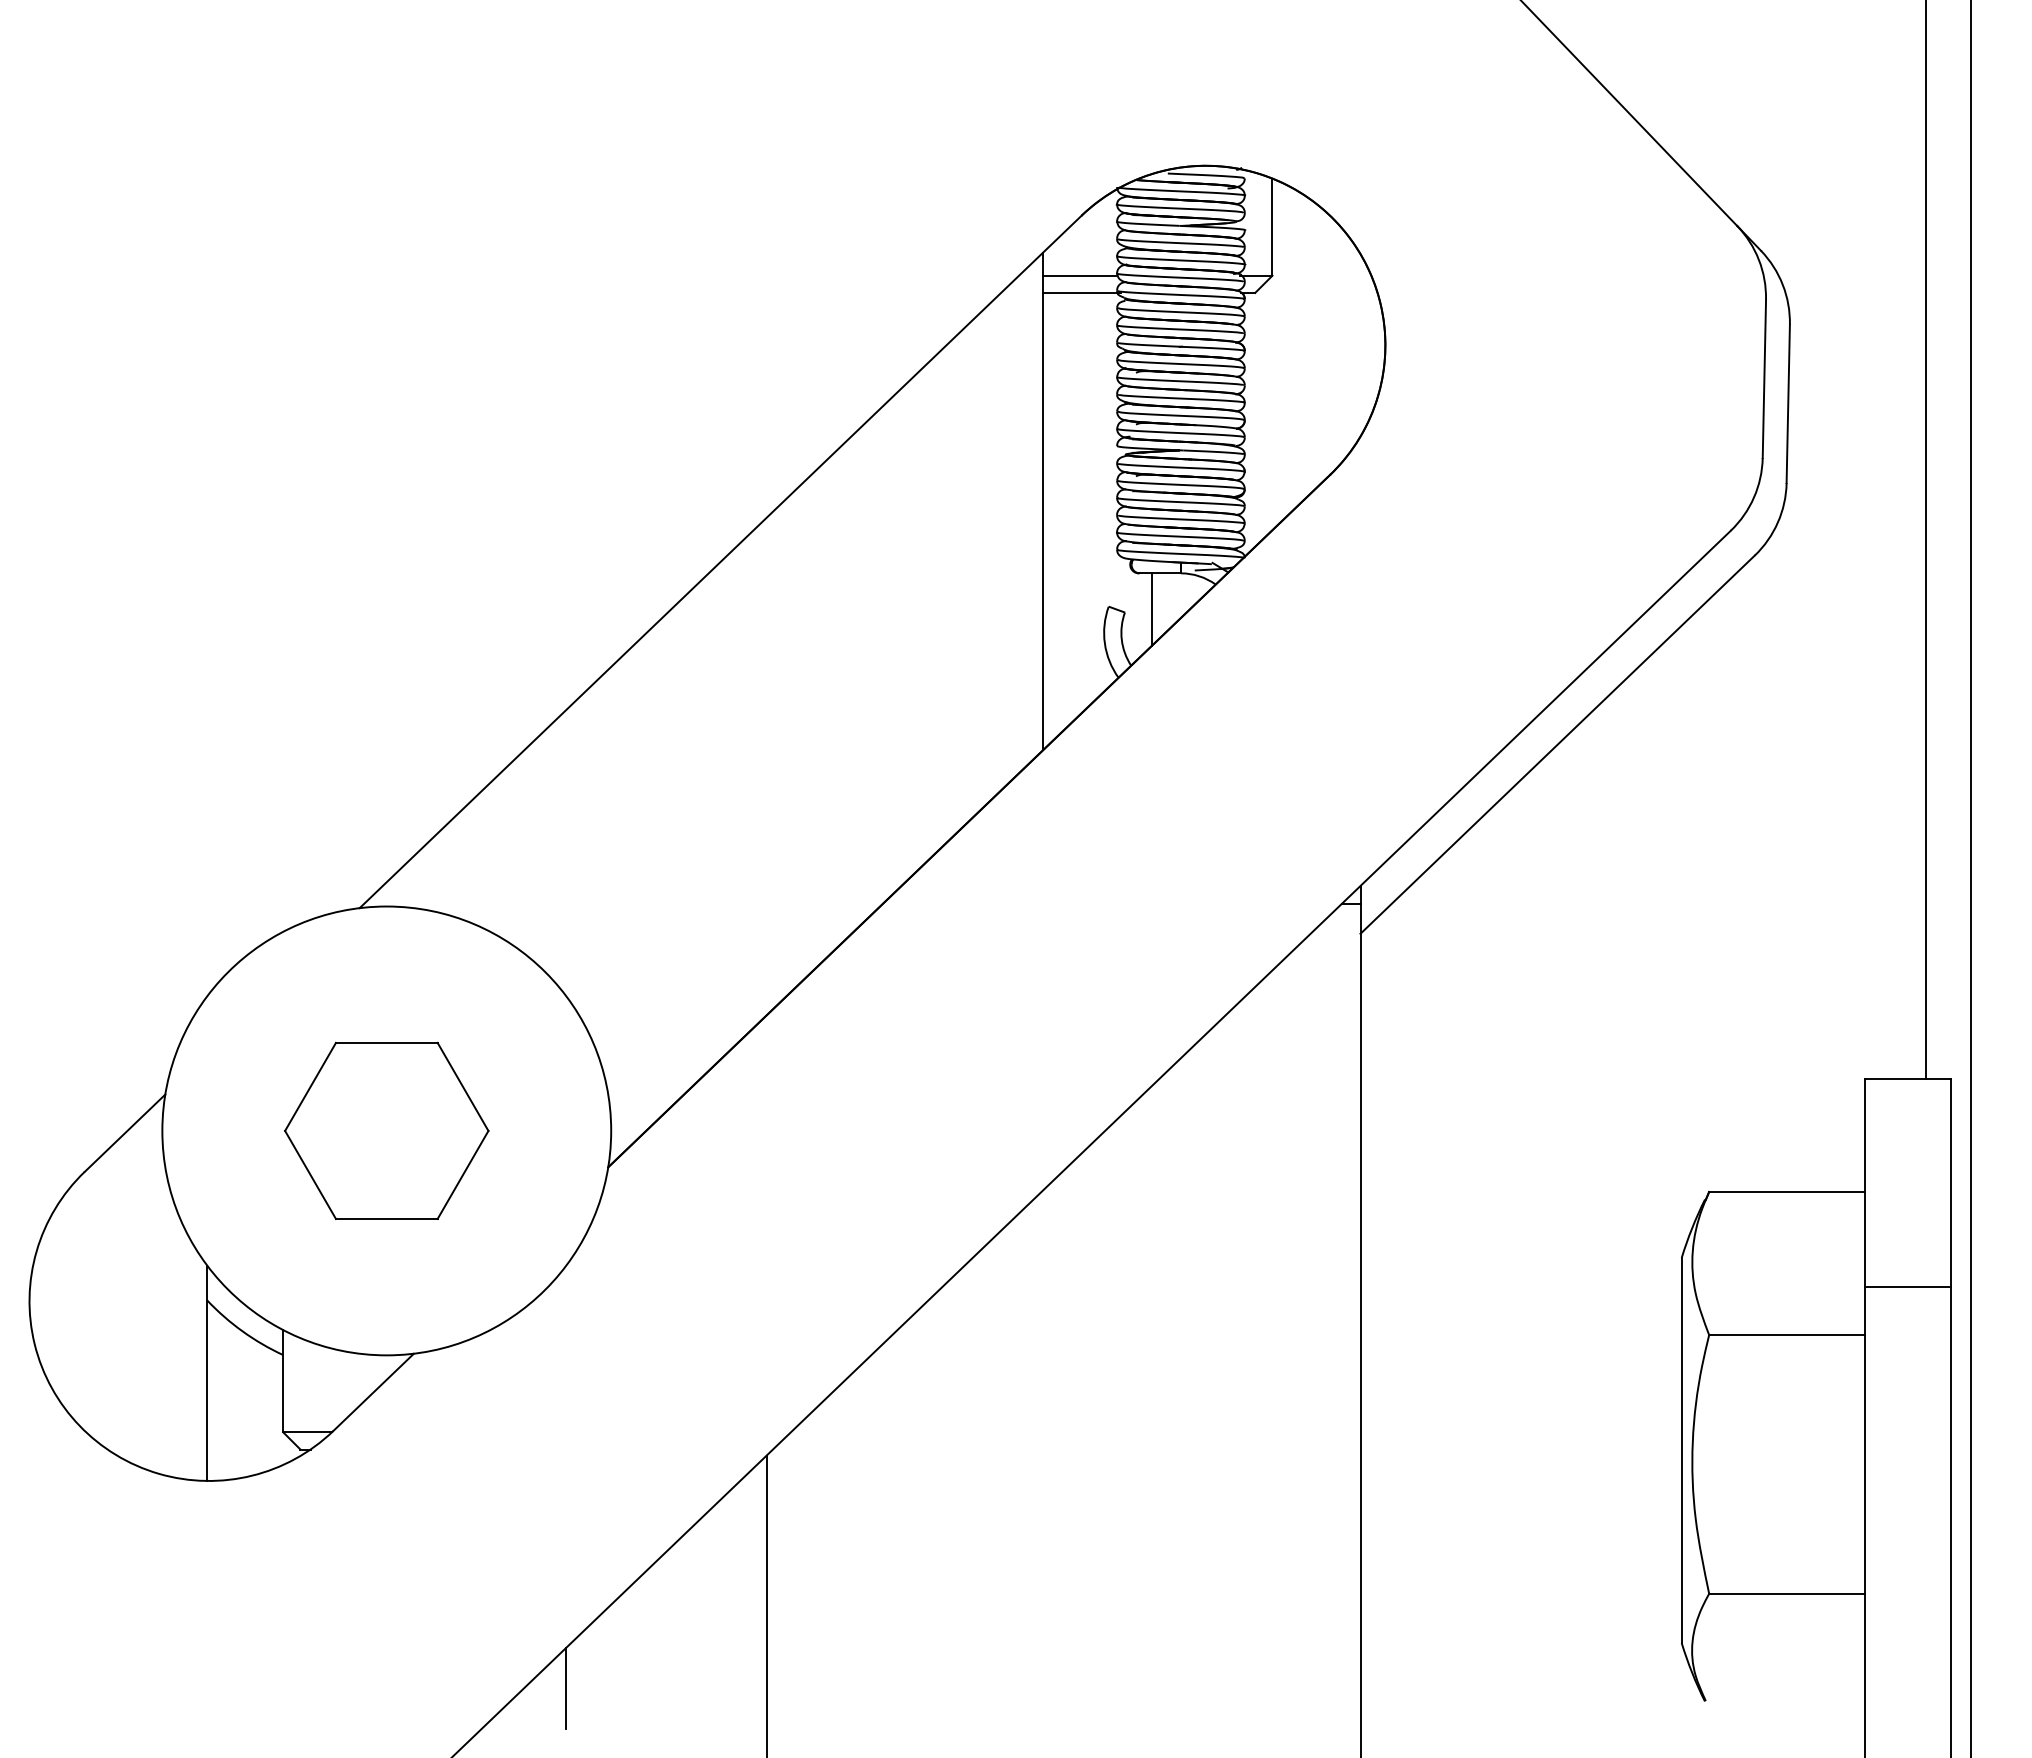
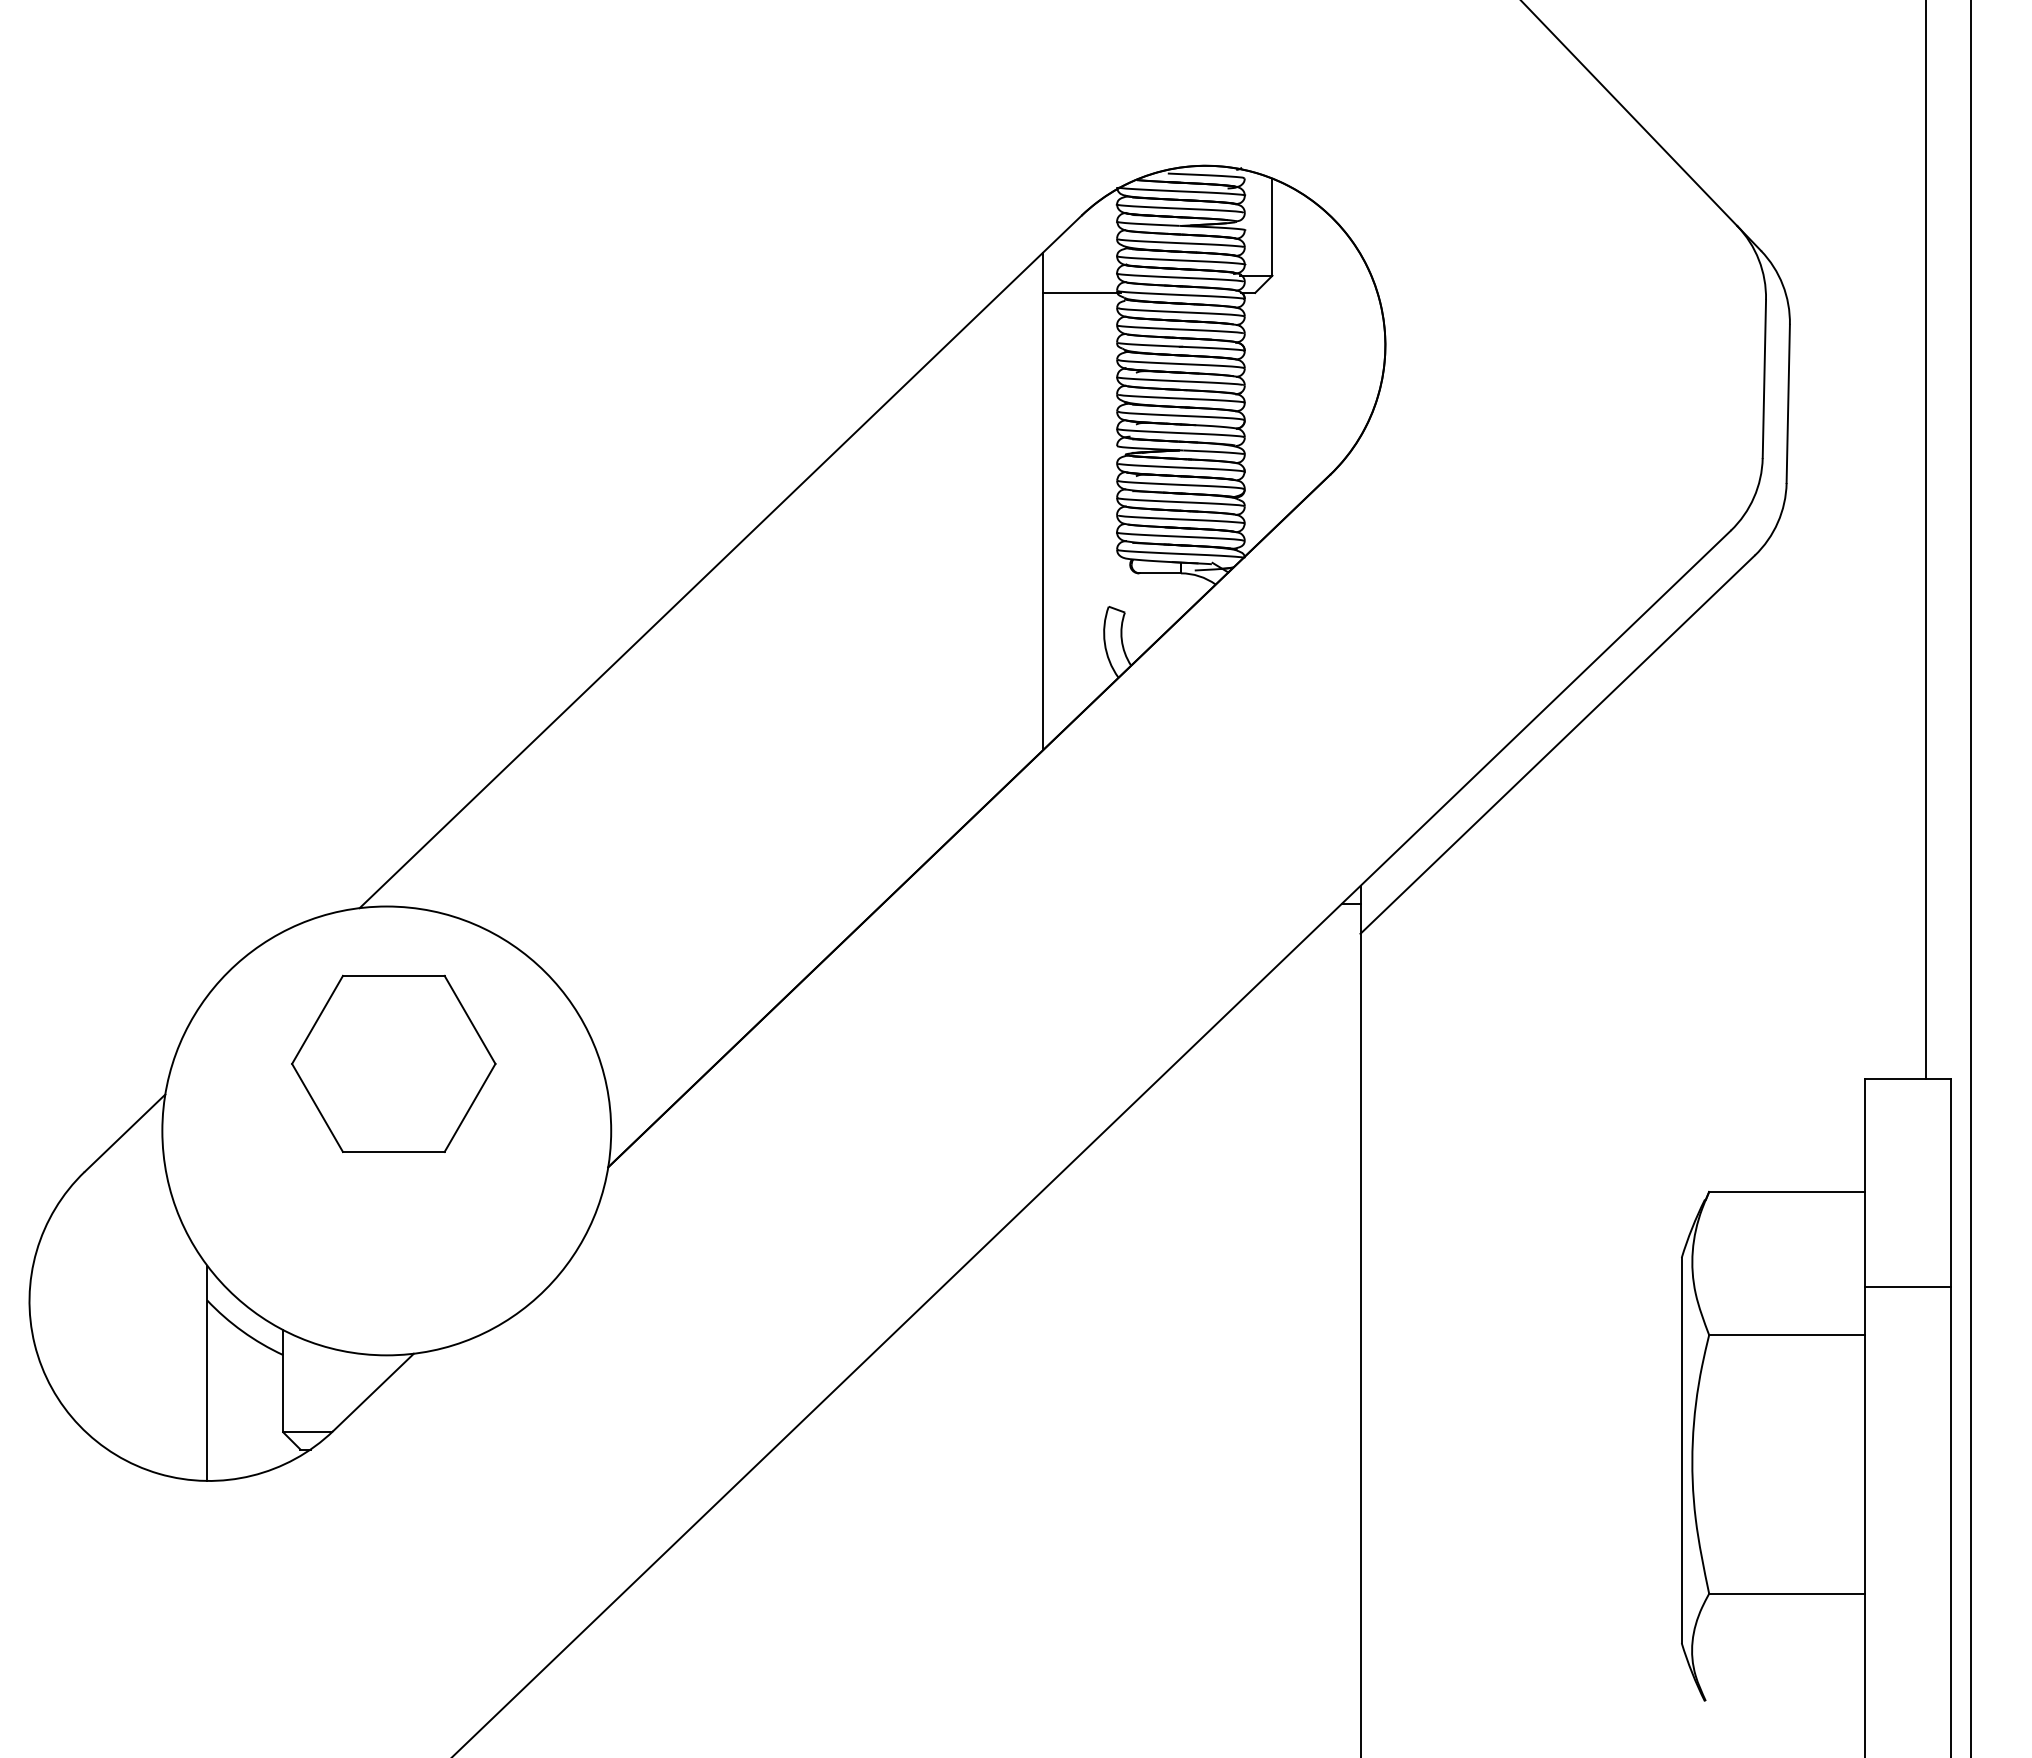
line at (1078, 275): present -> none
line at (1151, 609): present -> none
part at (386, 1130) position: (386, 1130) -> (393, 1063)
line at (766, 1604): present -> none
line at (566, 1688): present -> none
